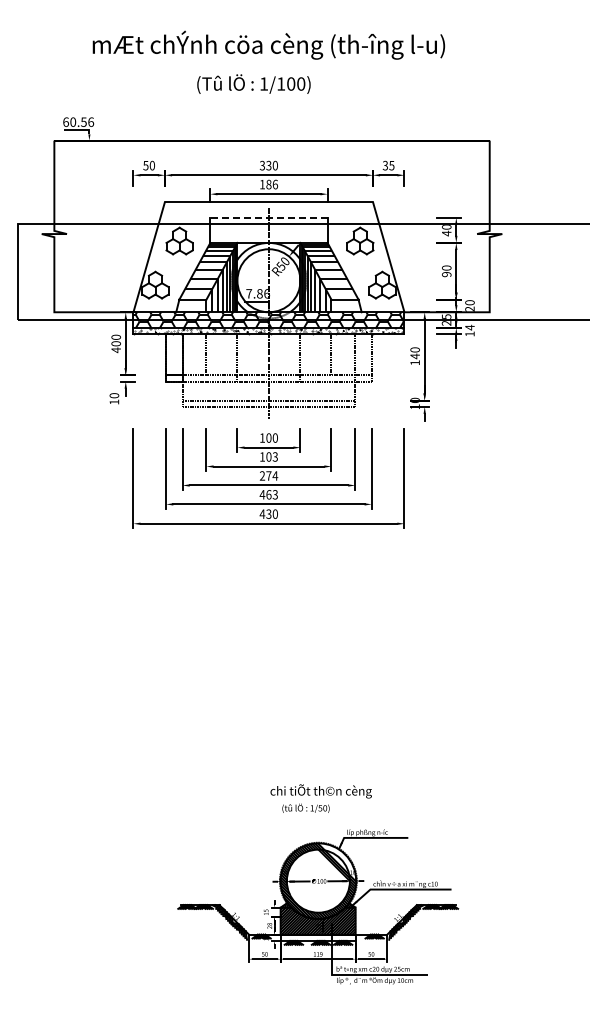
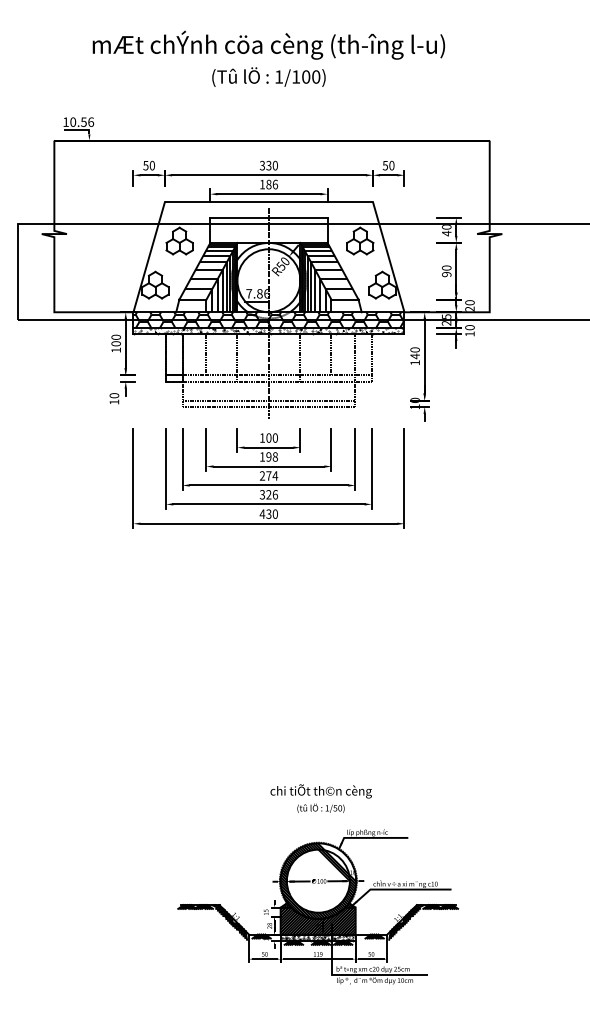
text at (253, 83) position: (253, 83) -> (268, 76)
text at (65, 121): 60.56 -> 10.56
text at (388, 165): 35 -> 50
line at (268, 217): dashed -> solid
text at (469, 327): 14 -> 10
text at (115, 350): 400 -> 100
text at (271, 456): 103 -> 198
text at (268, 494): 463 -> 326
text at (305, 807) position: (305, 807) -> (320, 807)
hatch at (317, 937): none -> present
